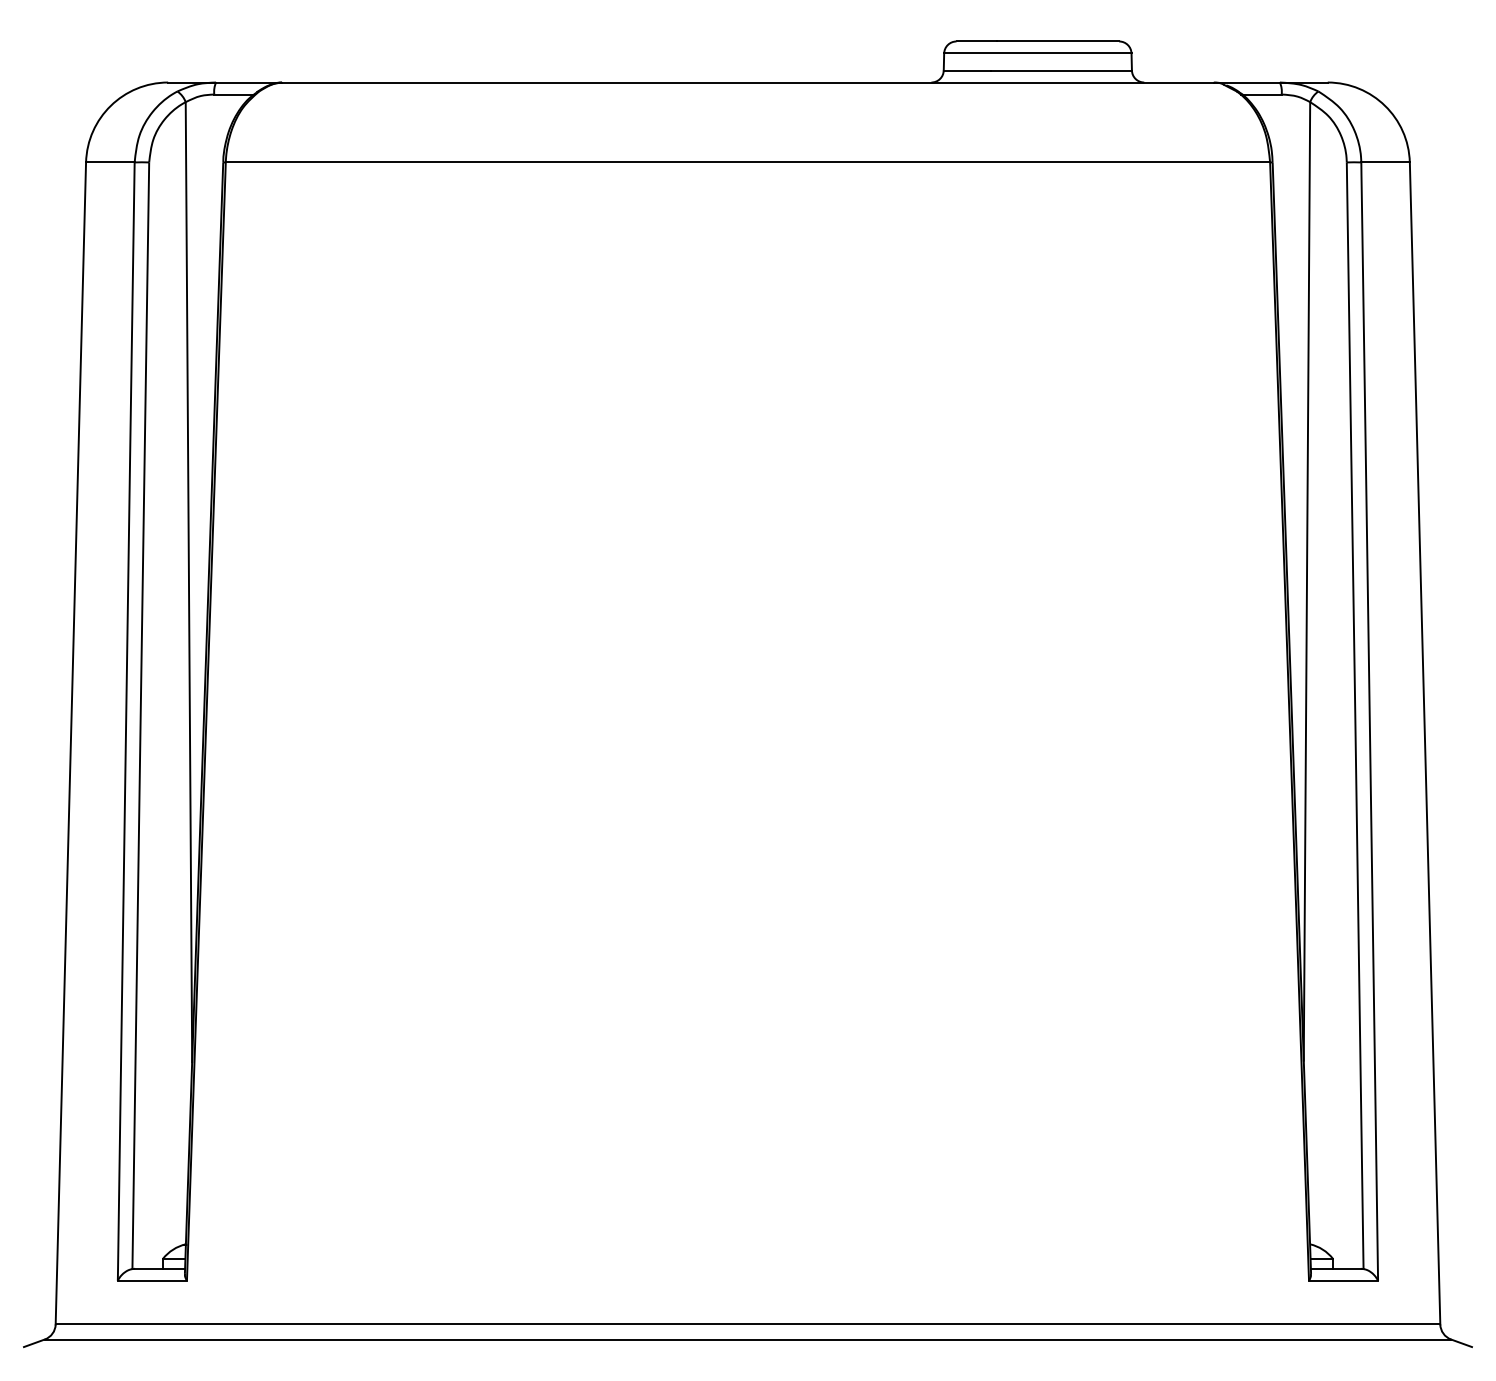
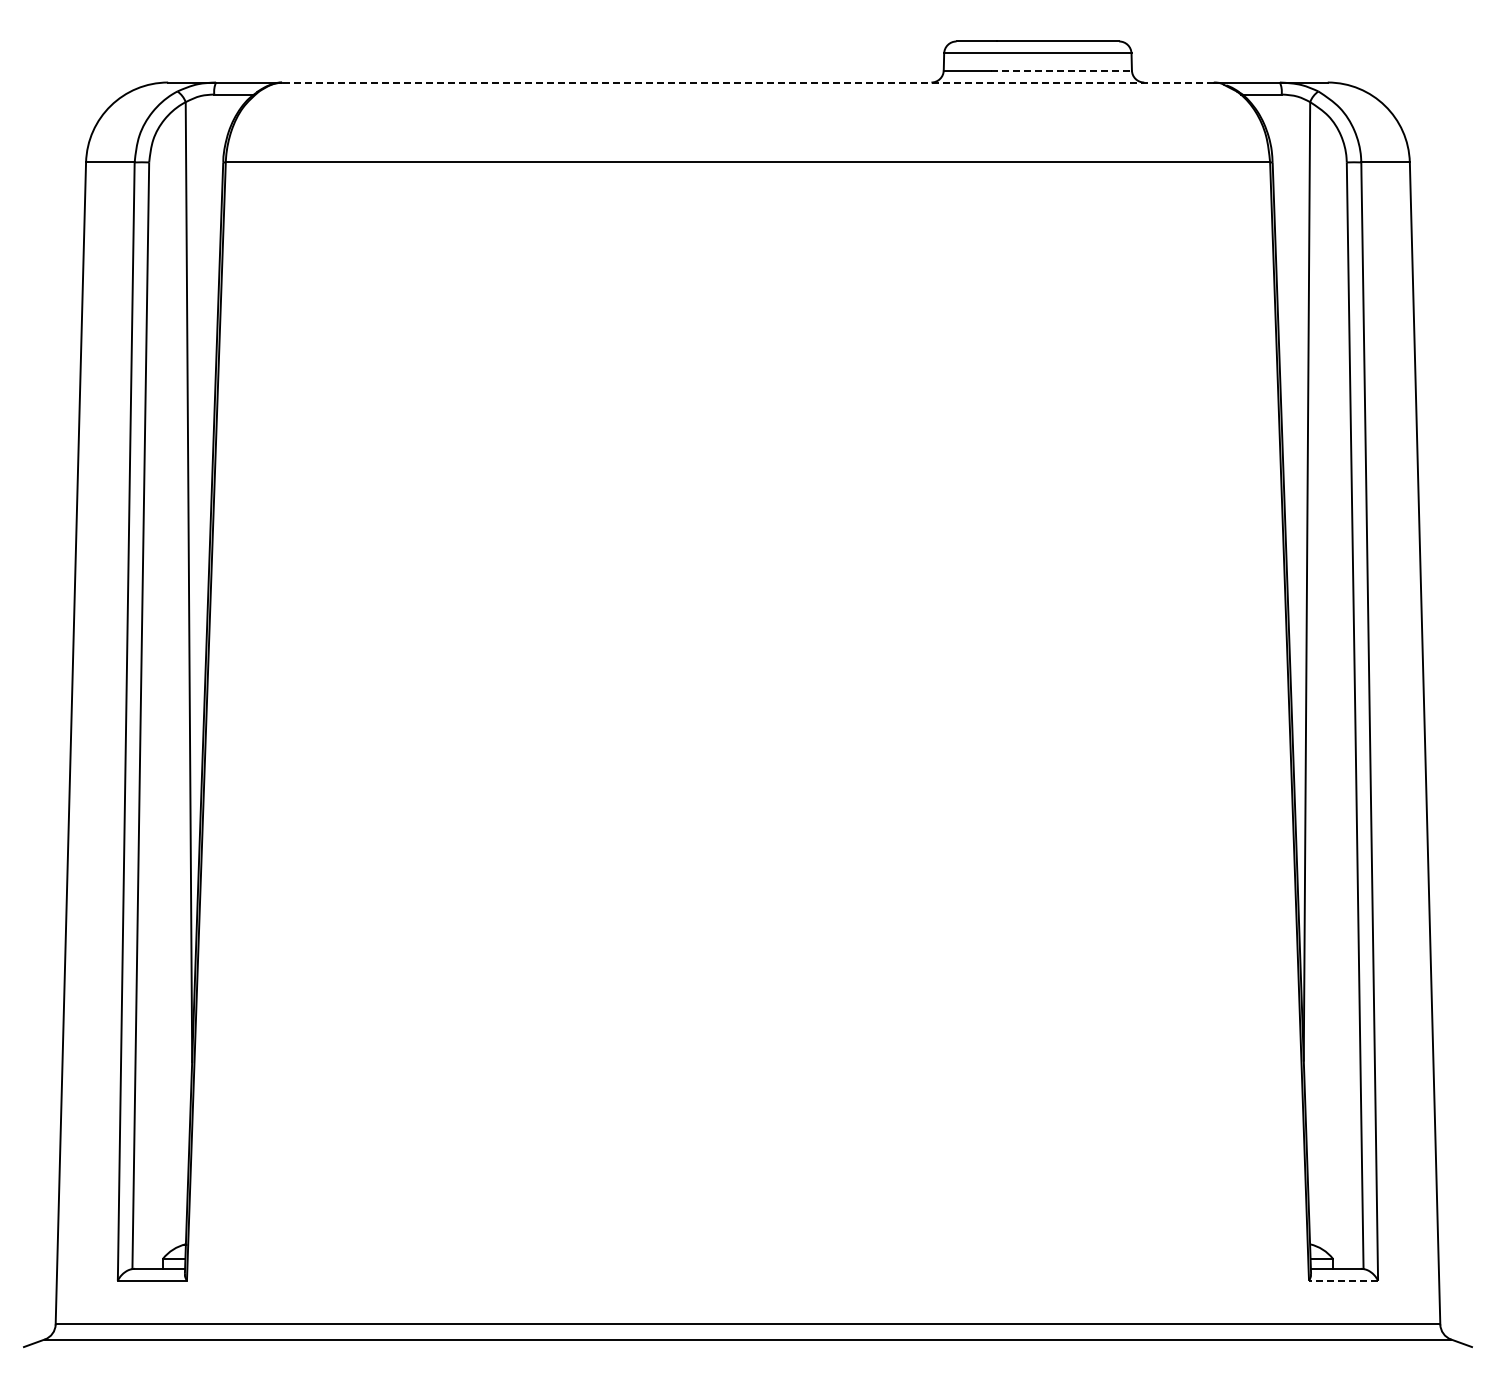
line at (1061, 70): solid -> dashed
line at (748, 82): solid -> dashed
line at (1343, 1280): solid -> dashed
